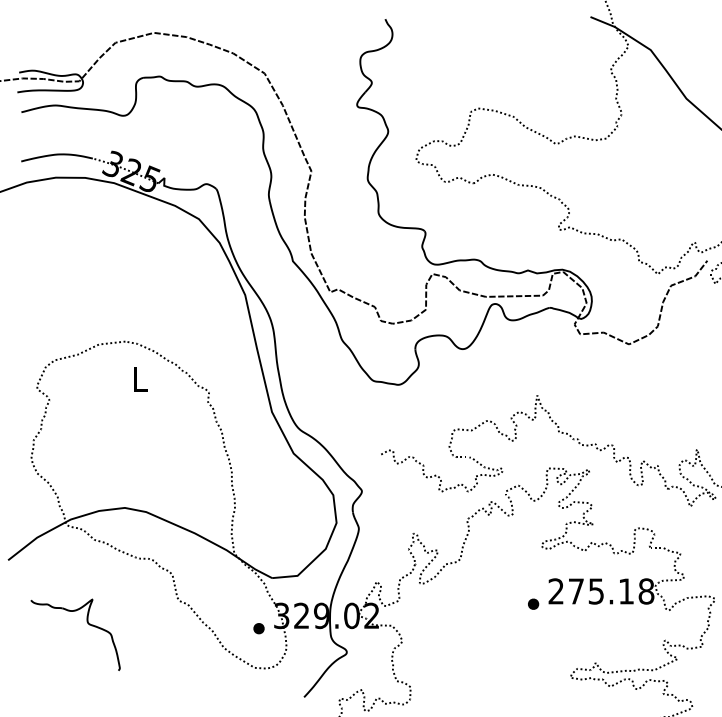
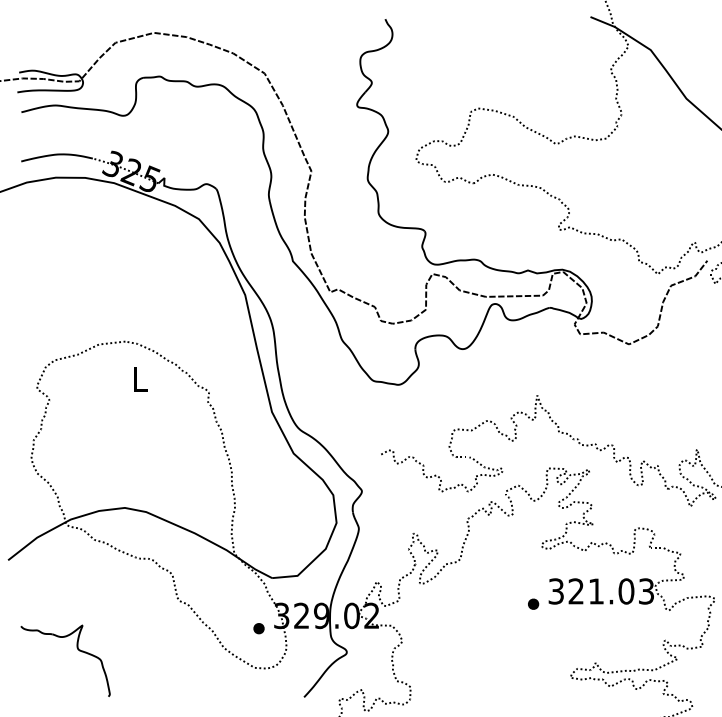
text at (601, 591): 275.18 -> 321.03
part at (87, 623) position: (87, 623) -> (77, 649)
